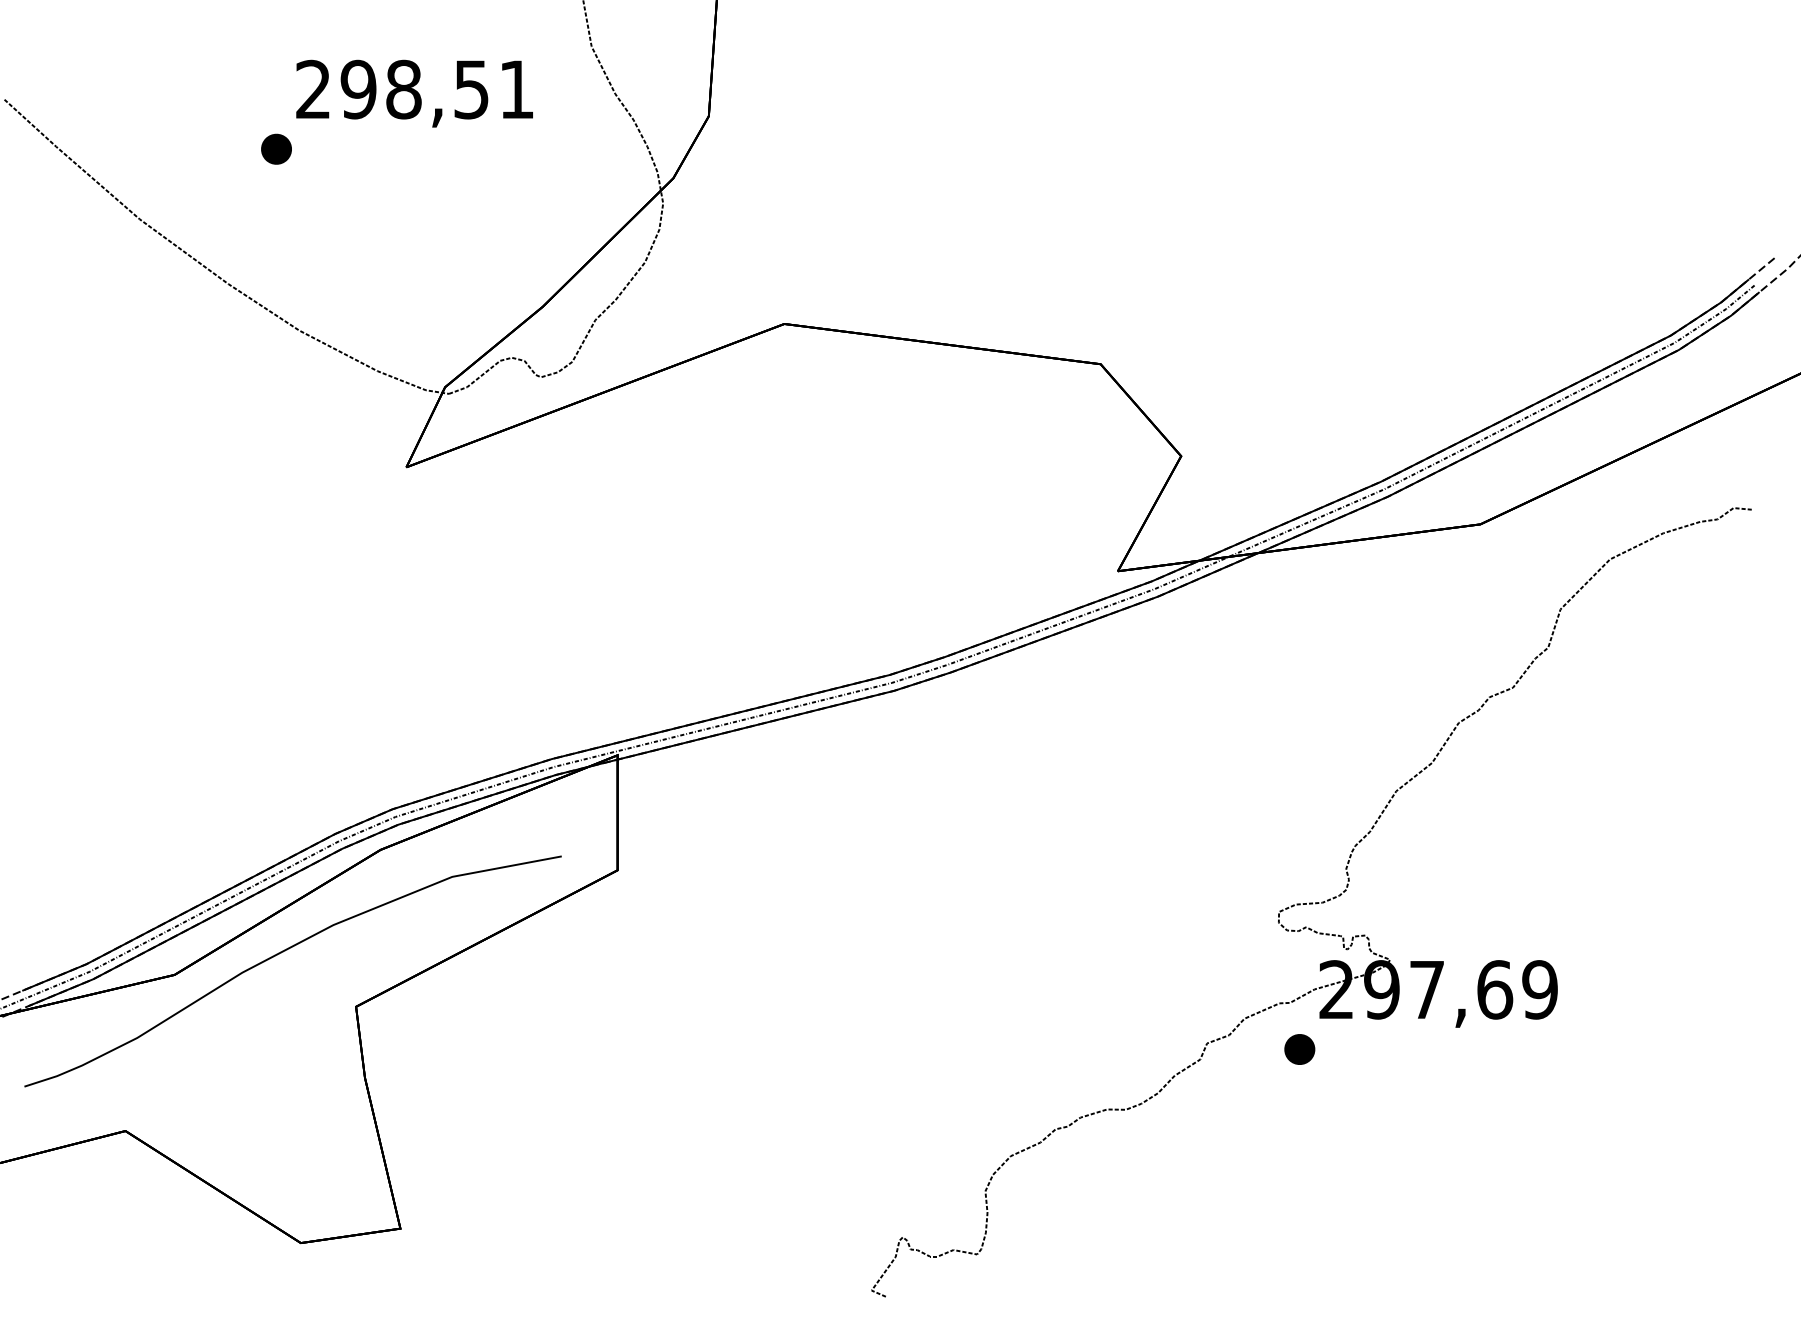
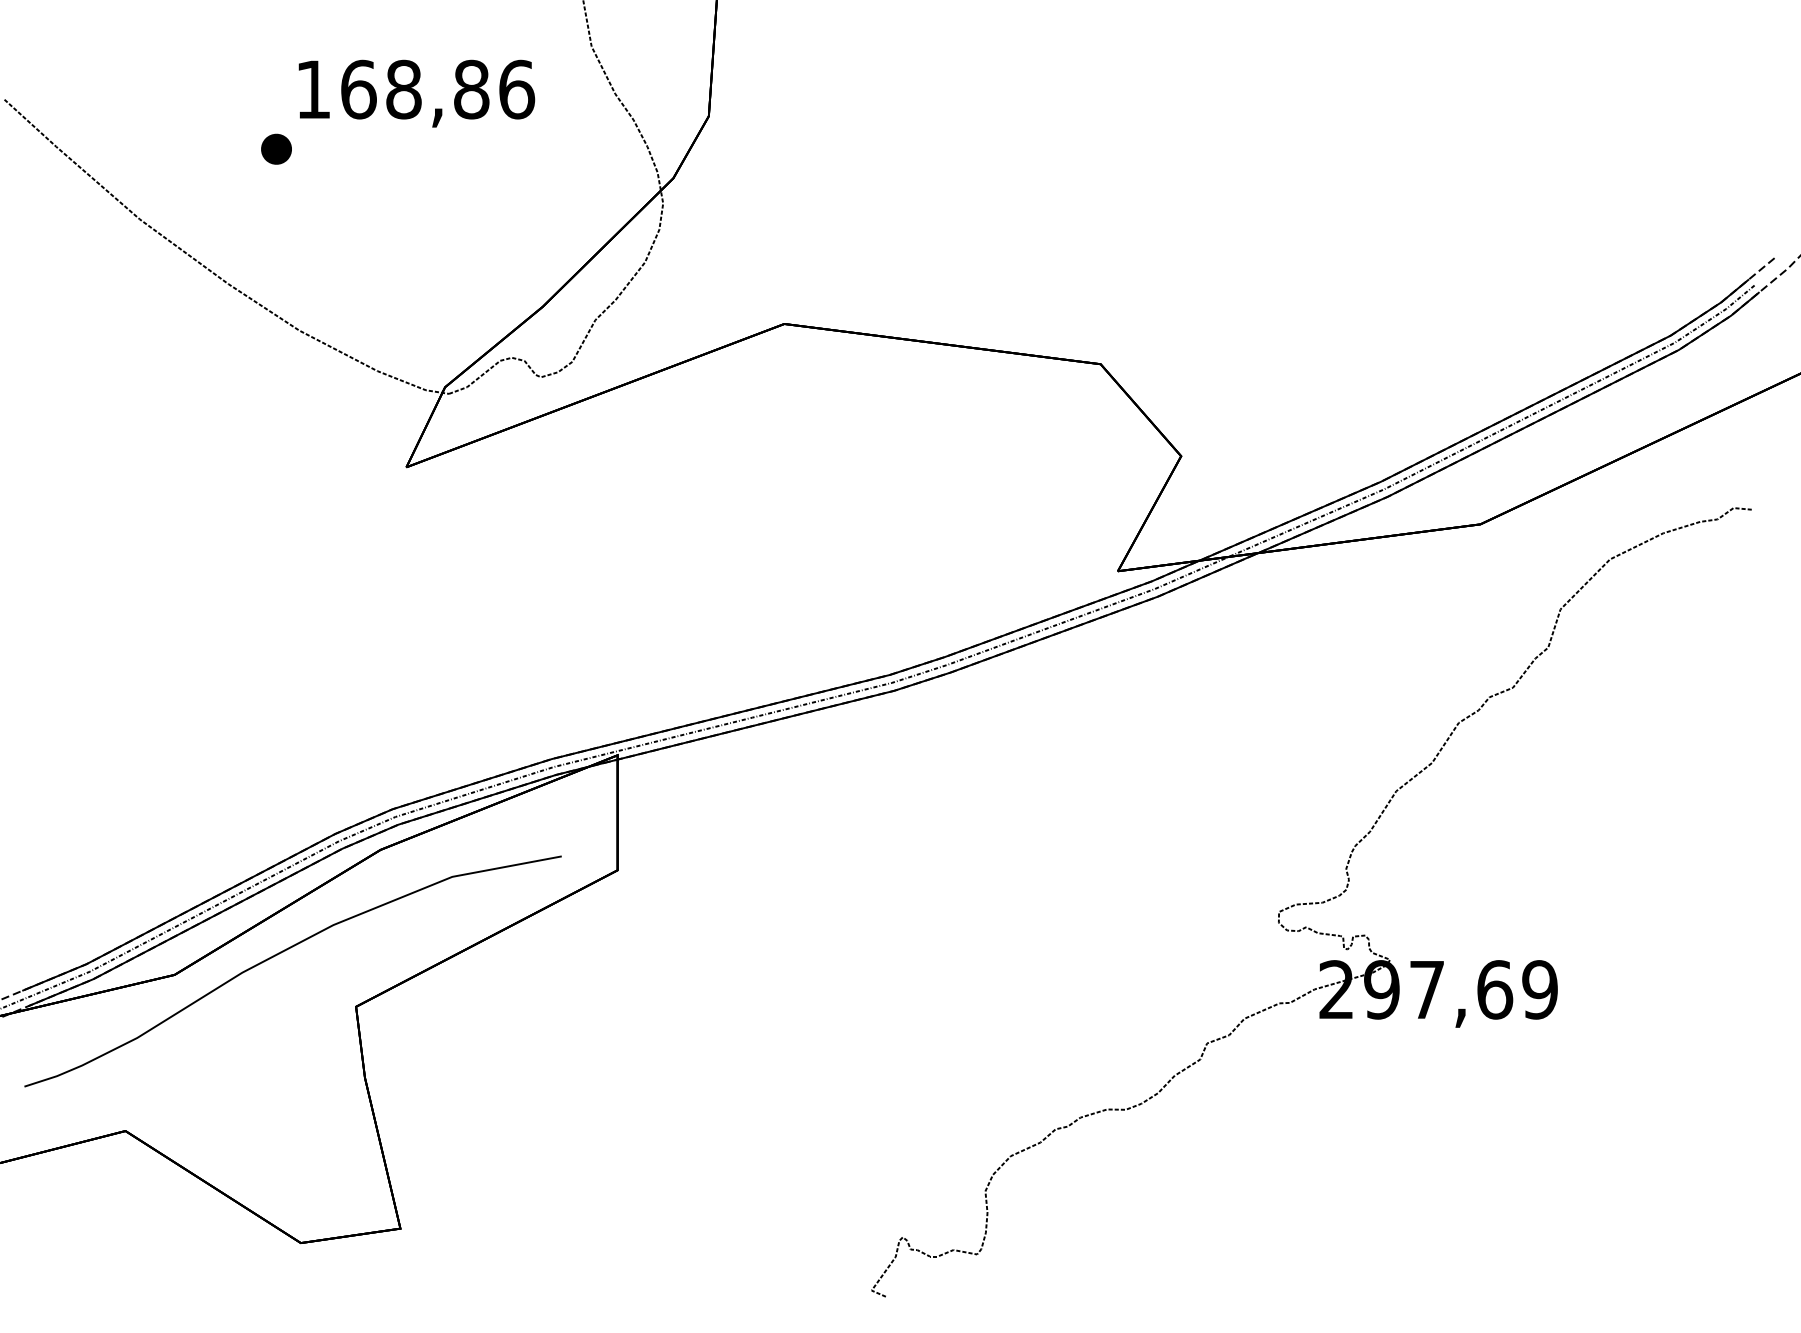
text at (415, 89): 298,51 -> 168,86
part at (1299, 1049): present -> none
